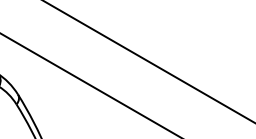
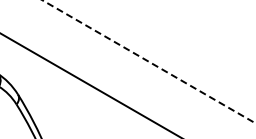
line at (148, 61): solid -> dashed
